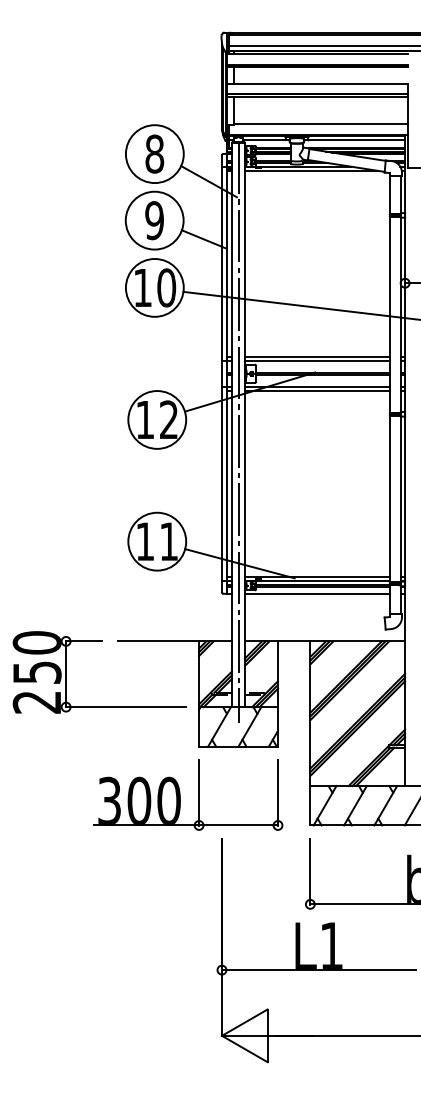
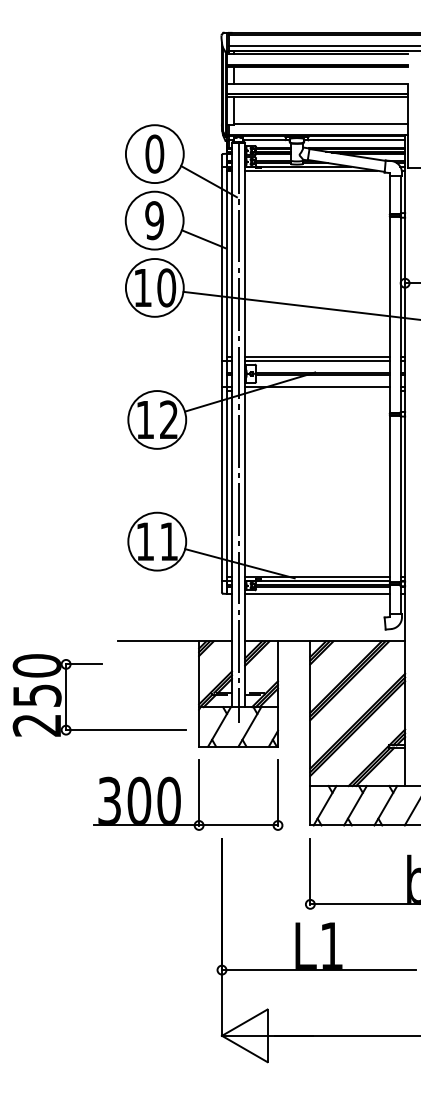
text at (154, 154): 8 -> 0
line at (317, 390): present -> none
part at (99, 641) position: (99, 641) -> (99, 664)
